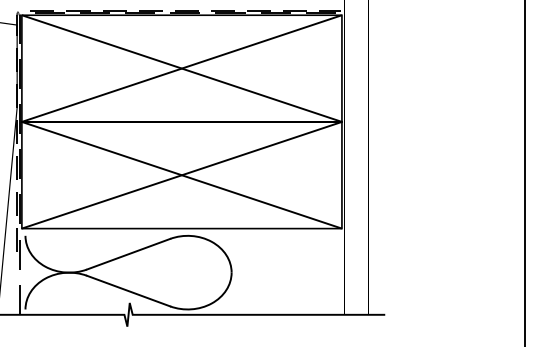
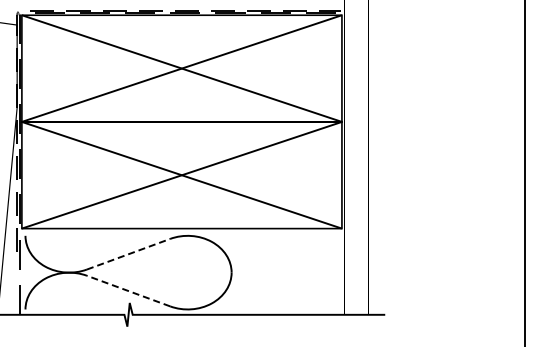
line at (129, 254): solid -> dashed
line at (128, 290): solid -> dashed
